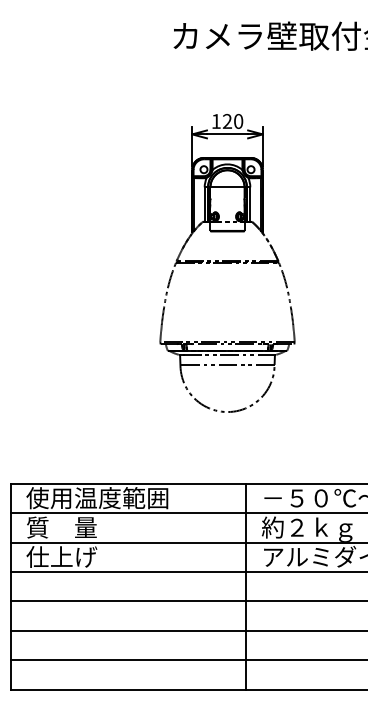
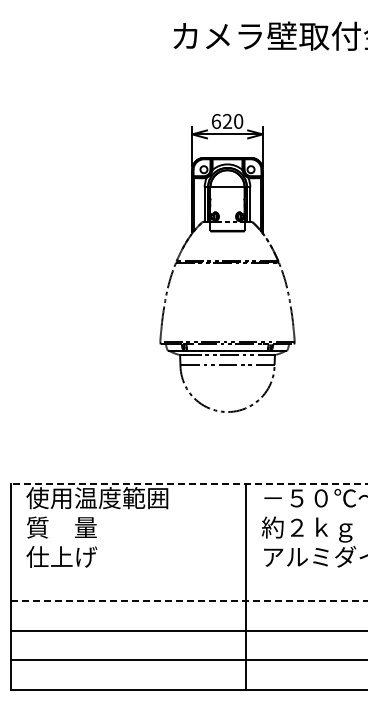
text at (216, 120): 120 -> 620
line at (188, 483): solid -> dashed
line at (187, 513): present -> none
line at (187, 542): present -> none
line at (187, 571): present -> none
line at (189, 601): solid -> dashed
